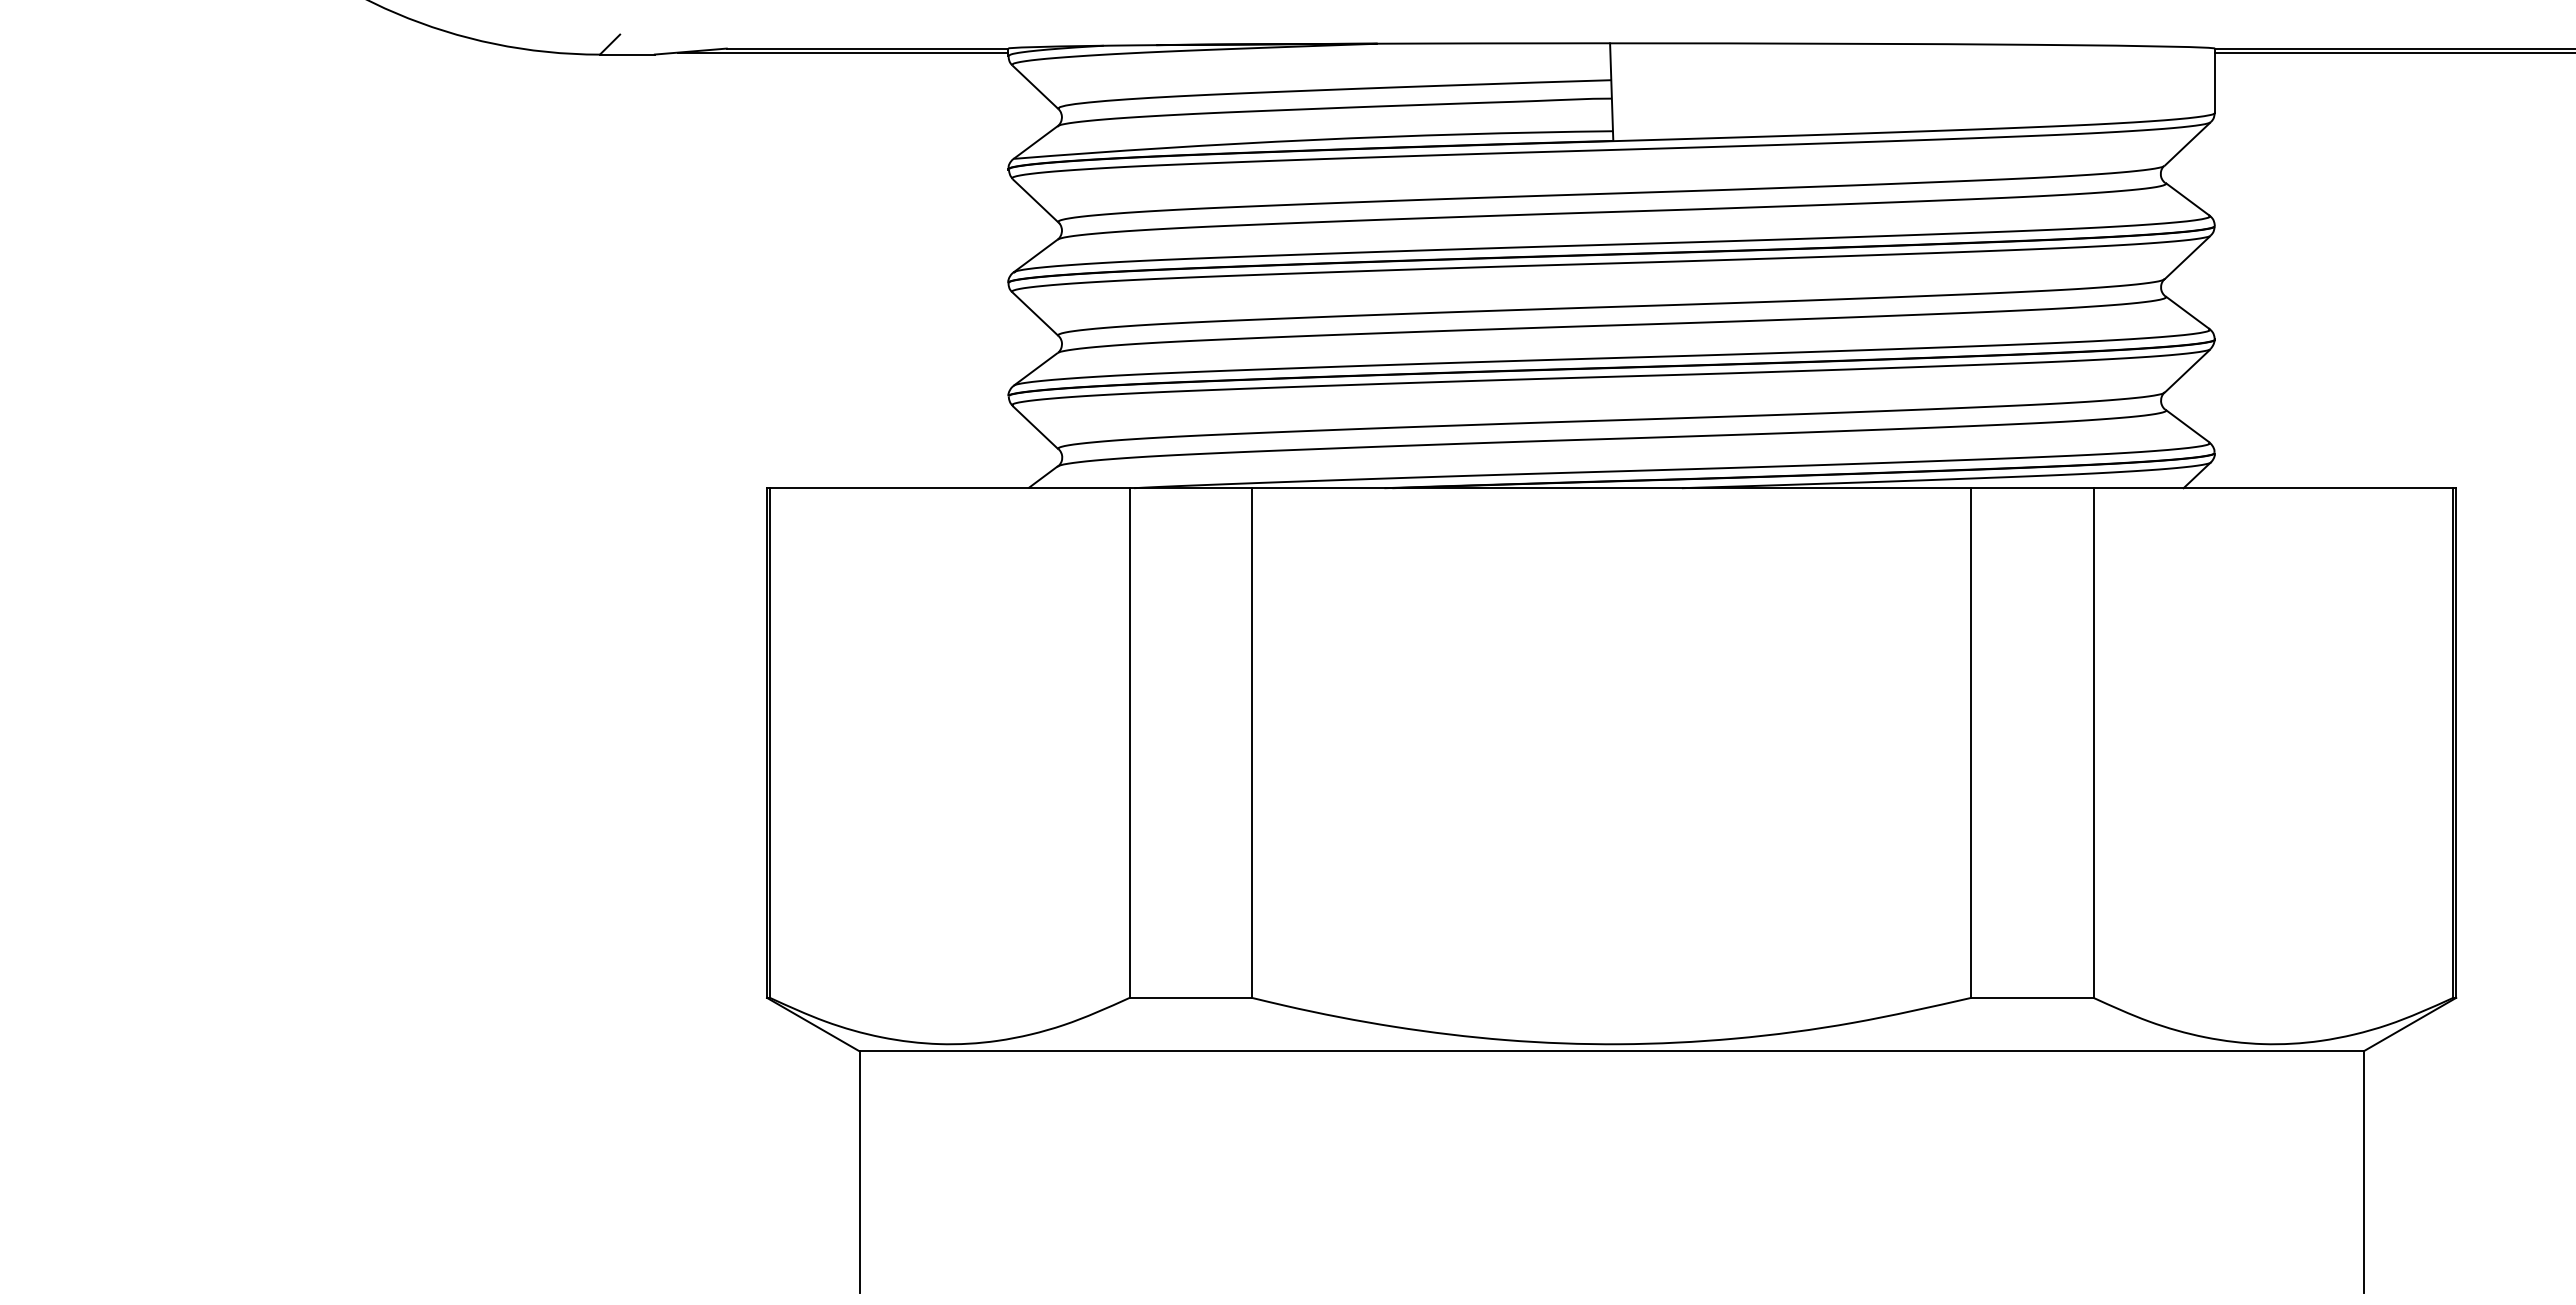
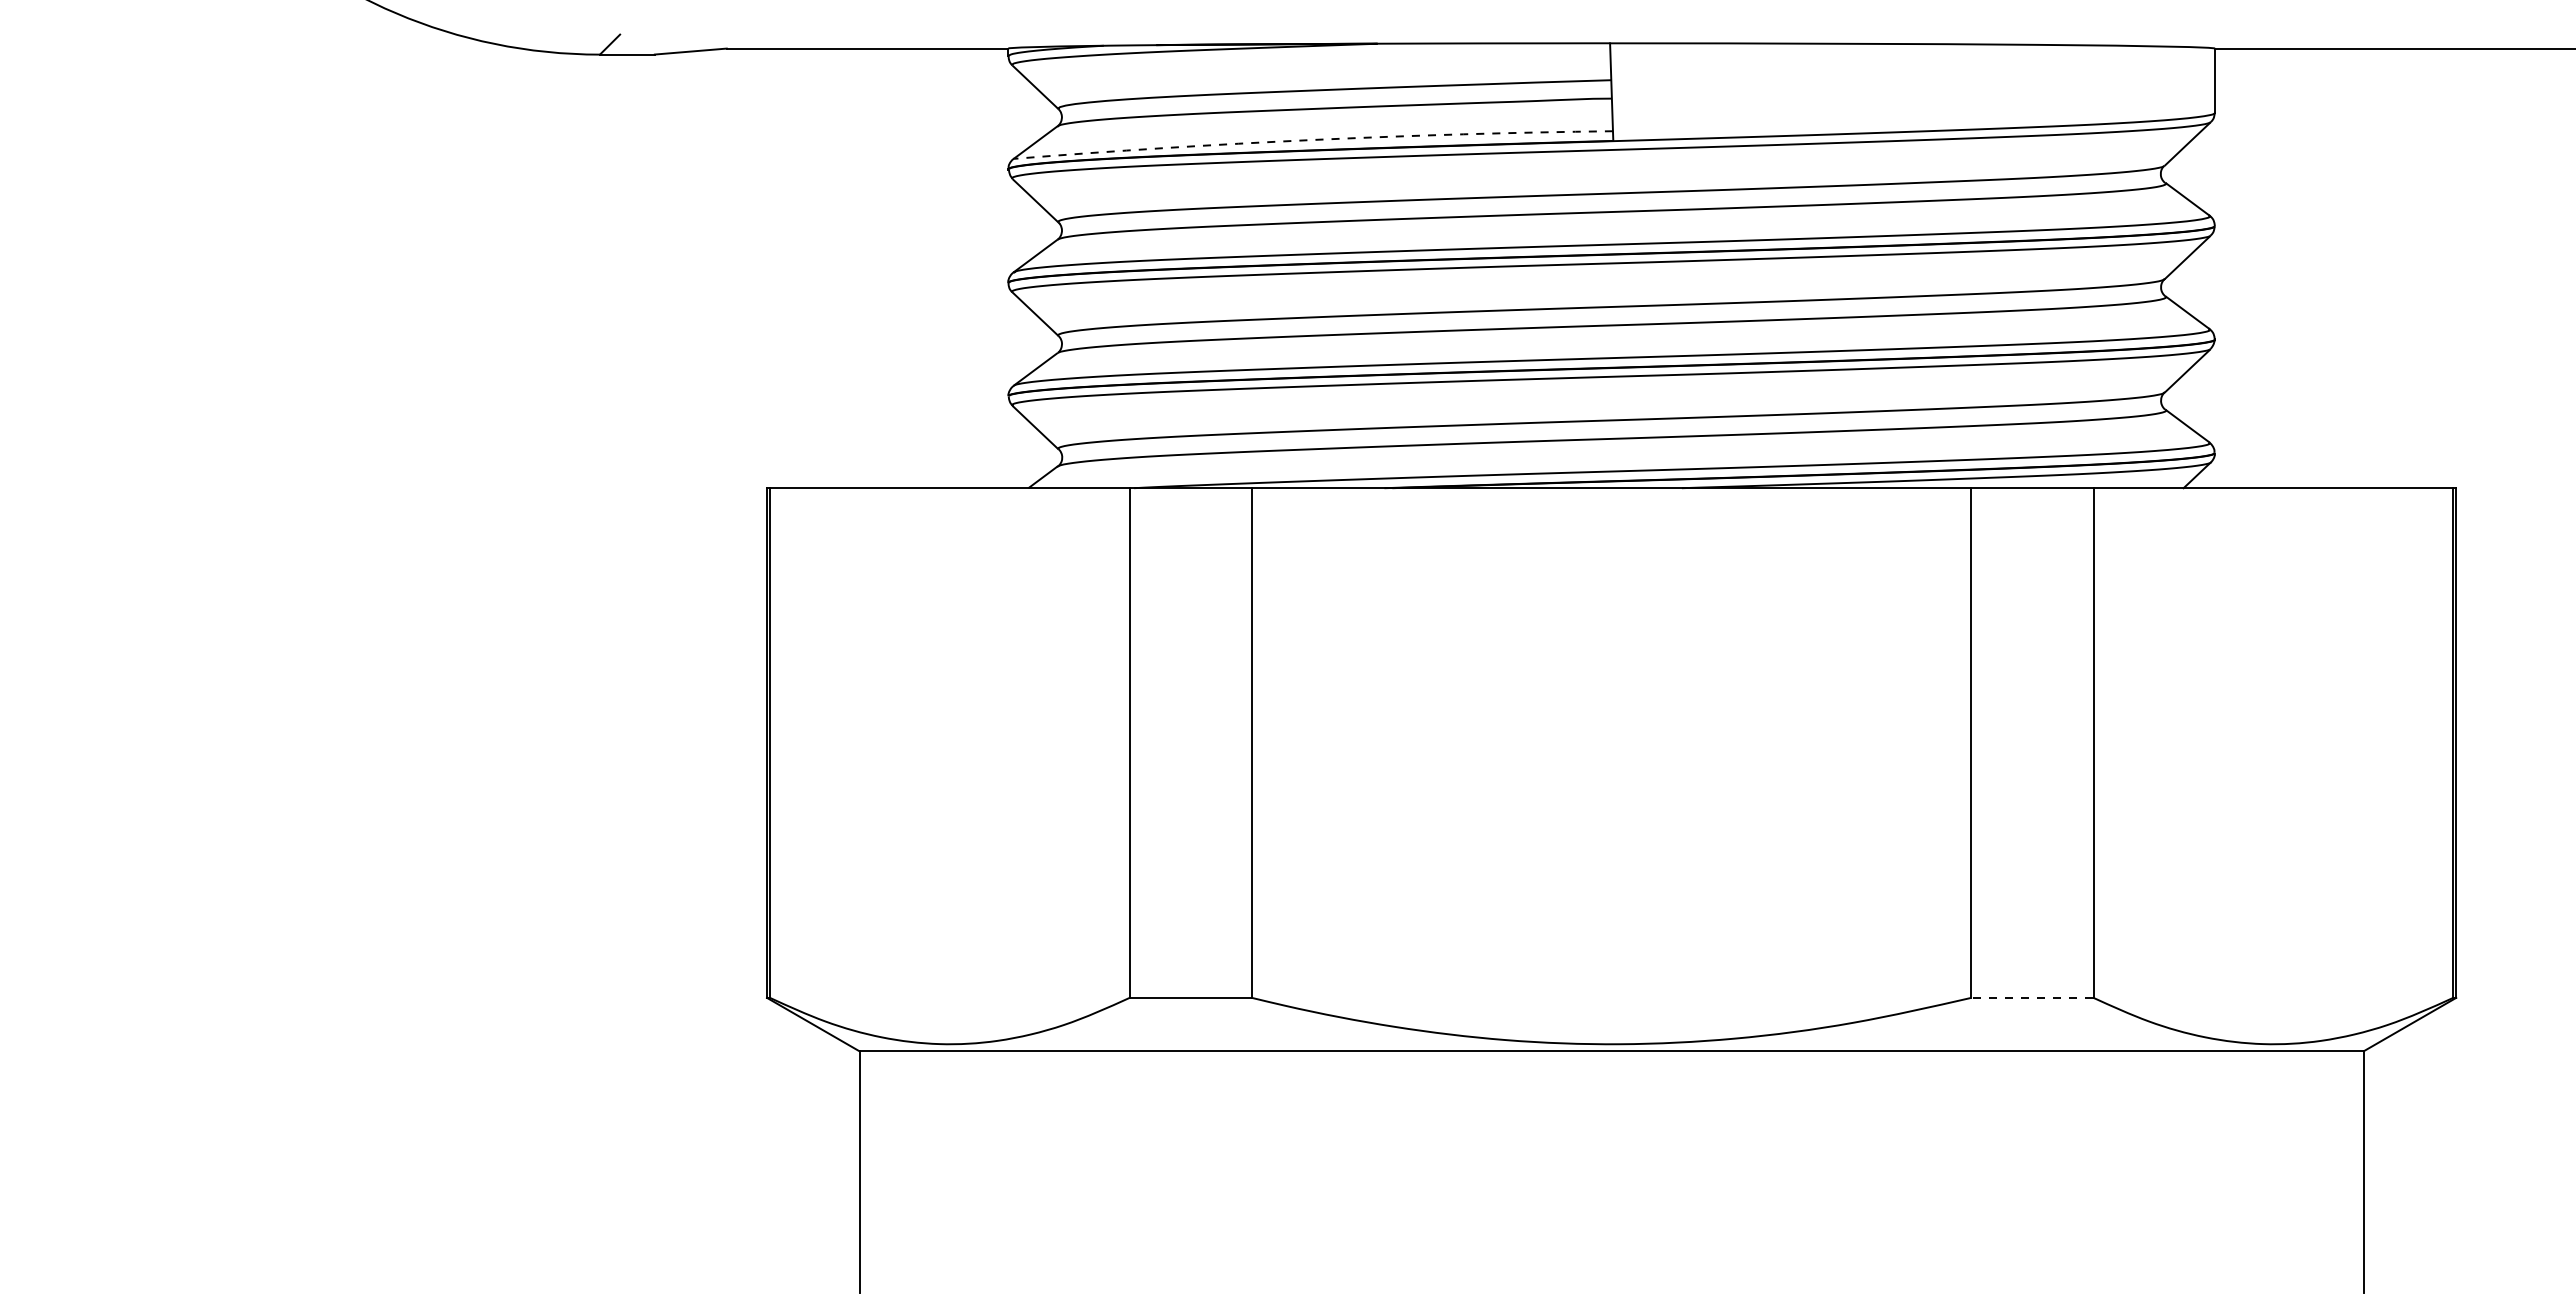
line at (843, 52): present -> none
line at (2393, 52): present -> none
arc at (1313, 139): solid -> dashed
line at (2031, 997): solid -> dashed
